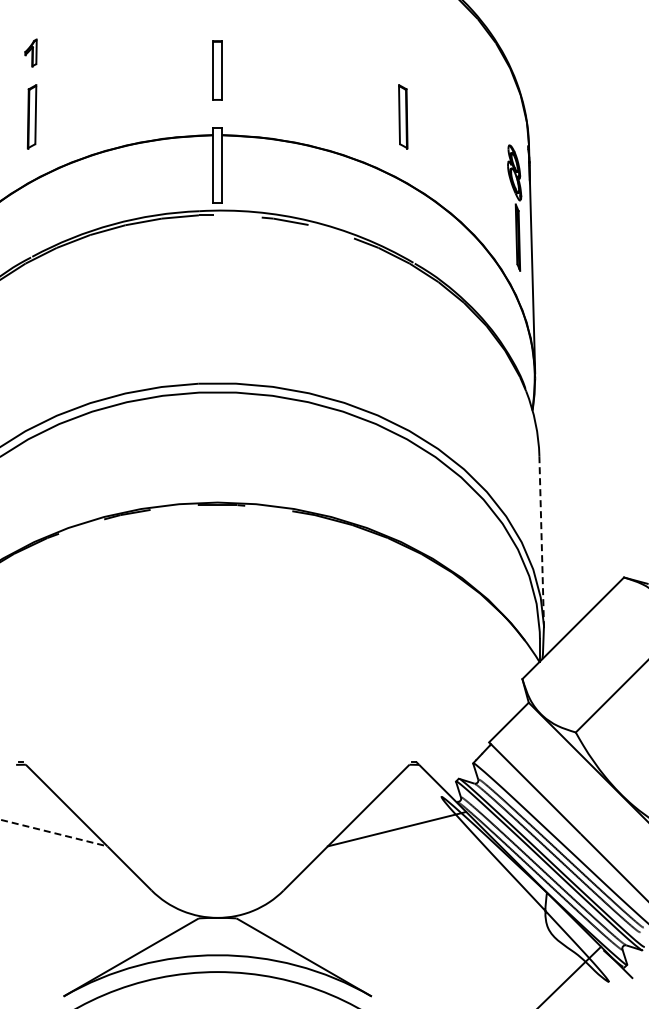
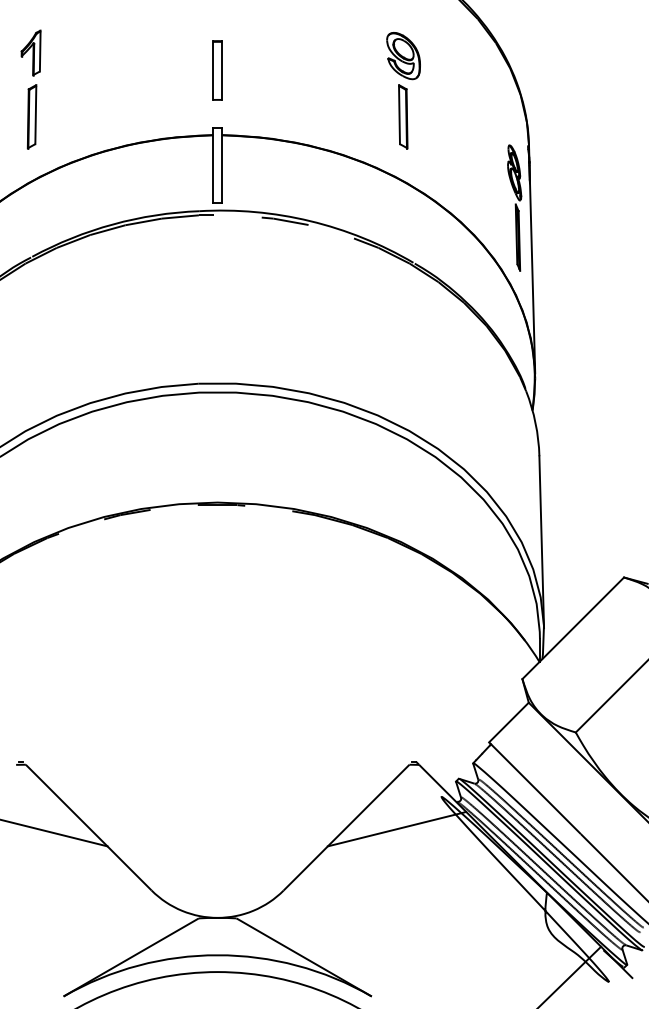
part at (30, 52) size: 14x30 px -> 22x48 px
part at (403, 56): none -> present
line at (541, 542): dashed -> solid
line at (54, 833): dashed -> solid
